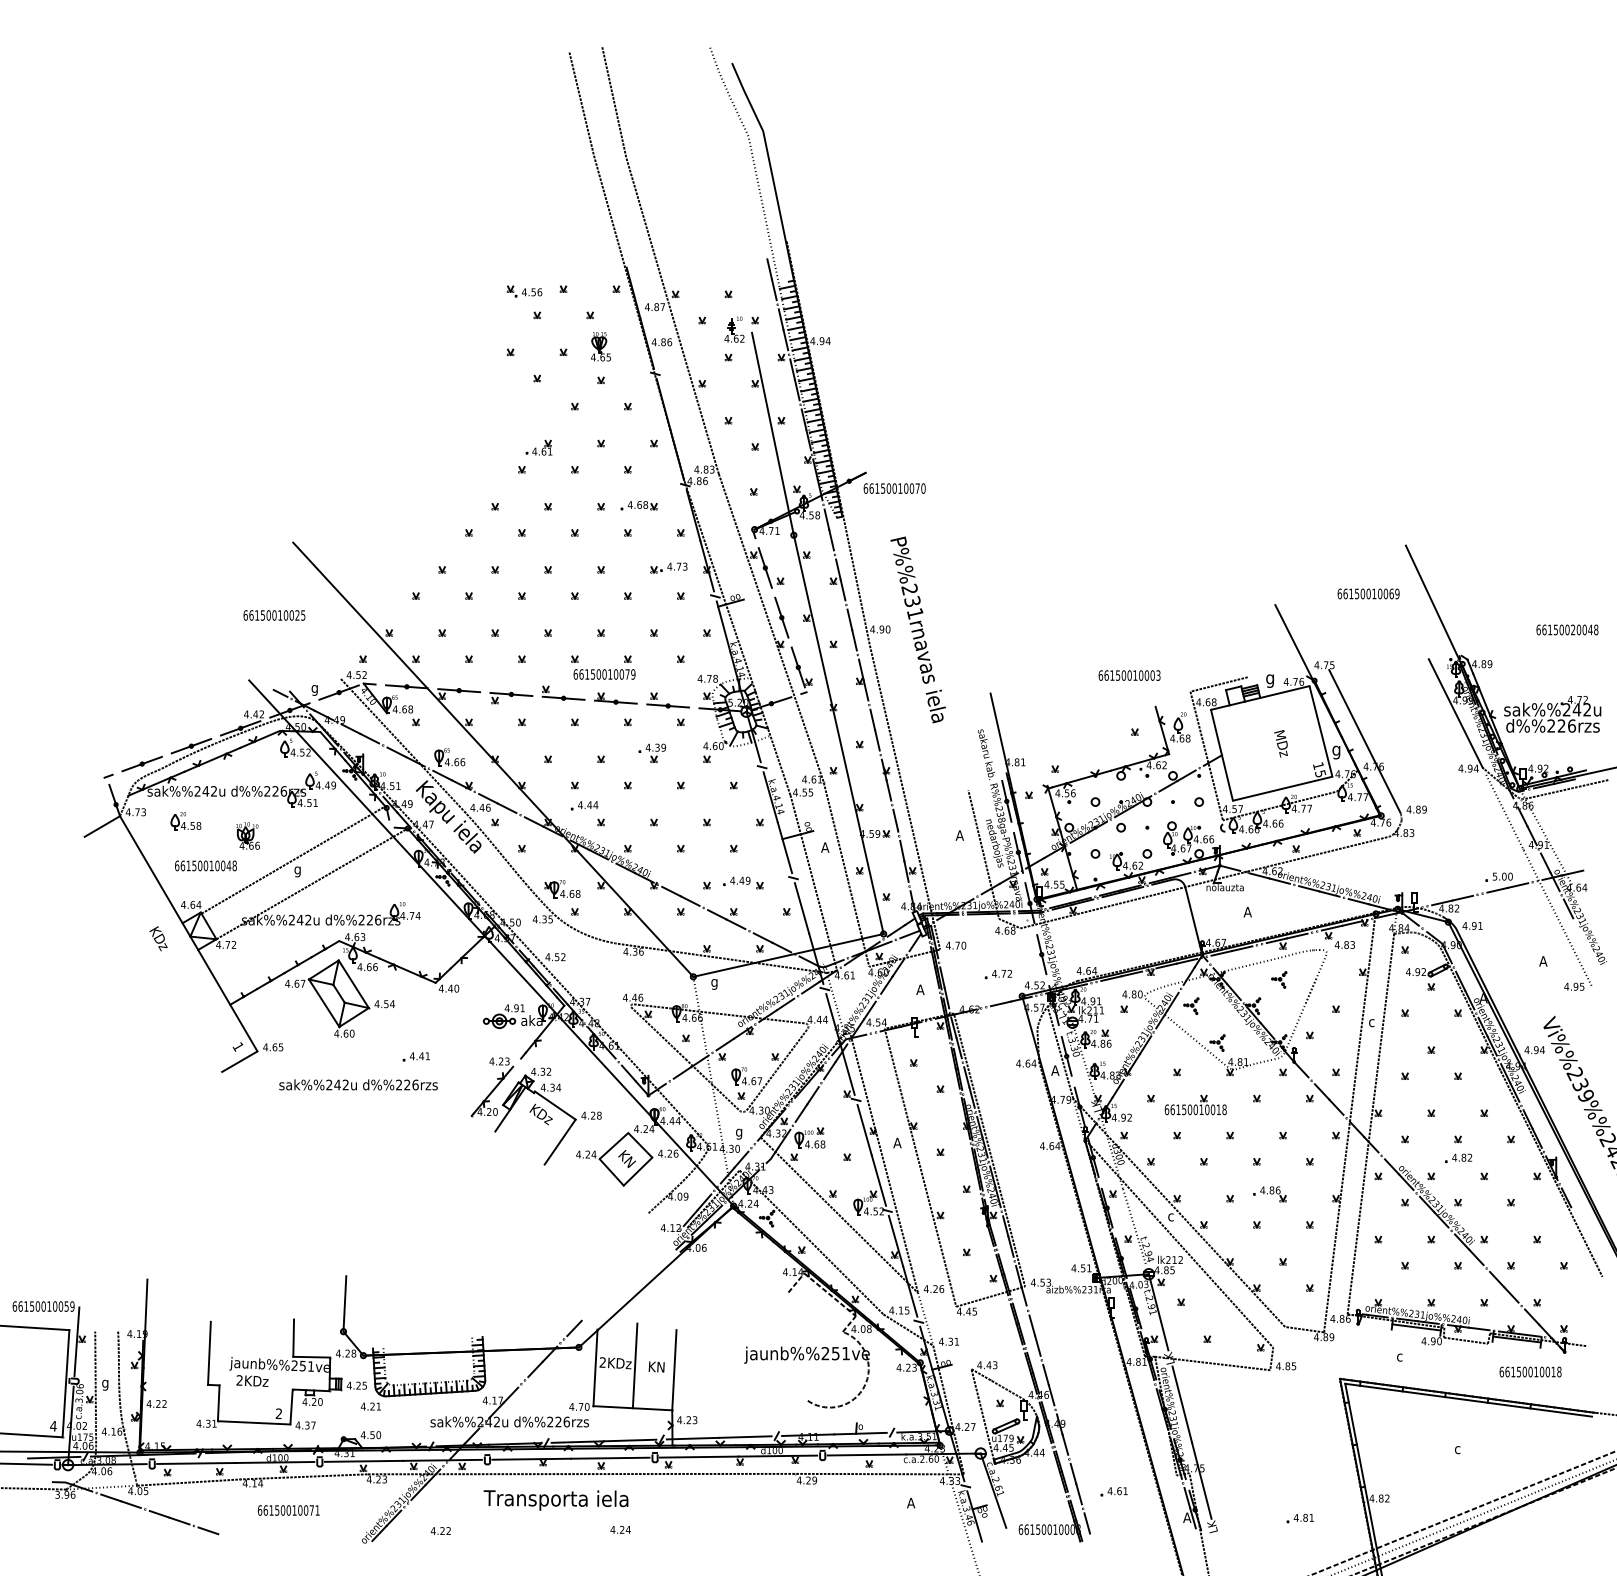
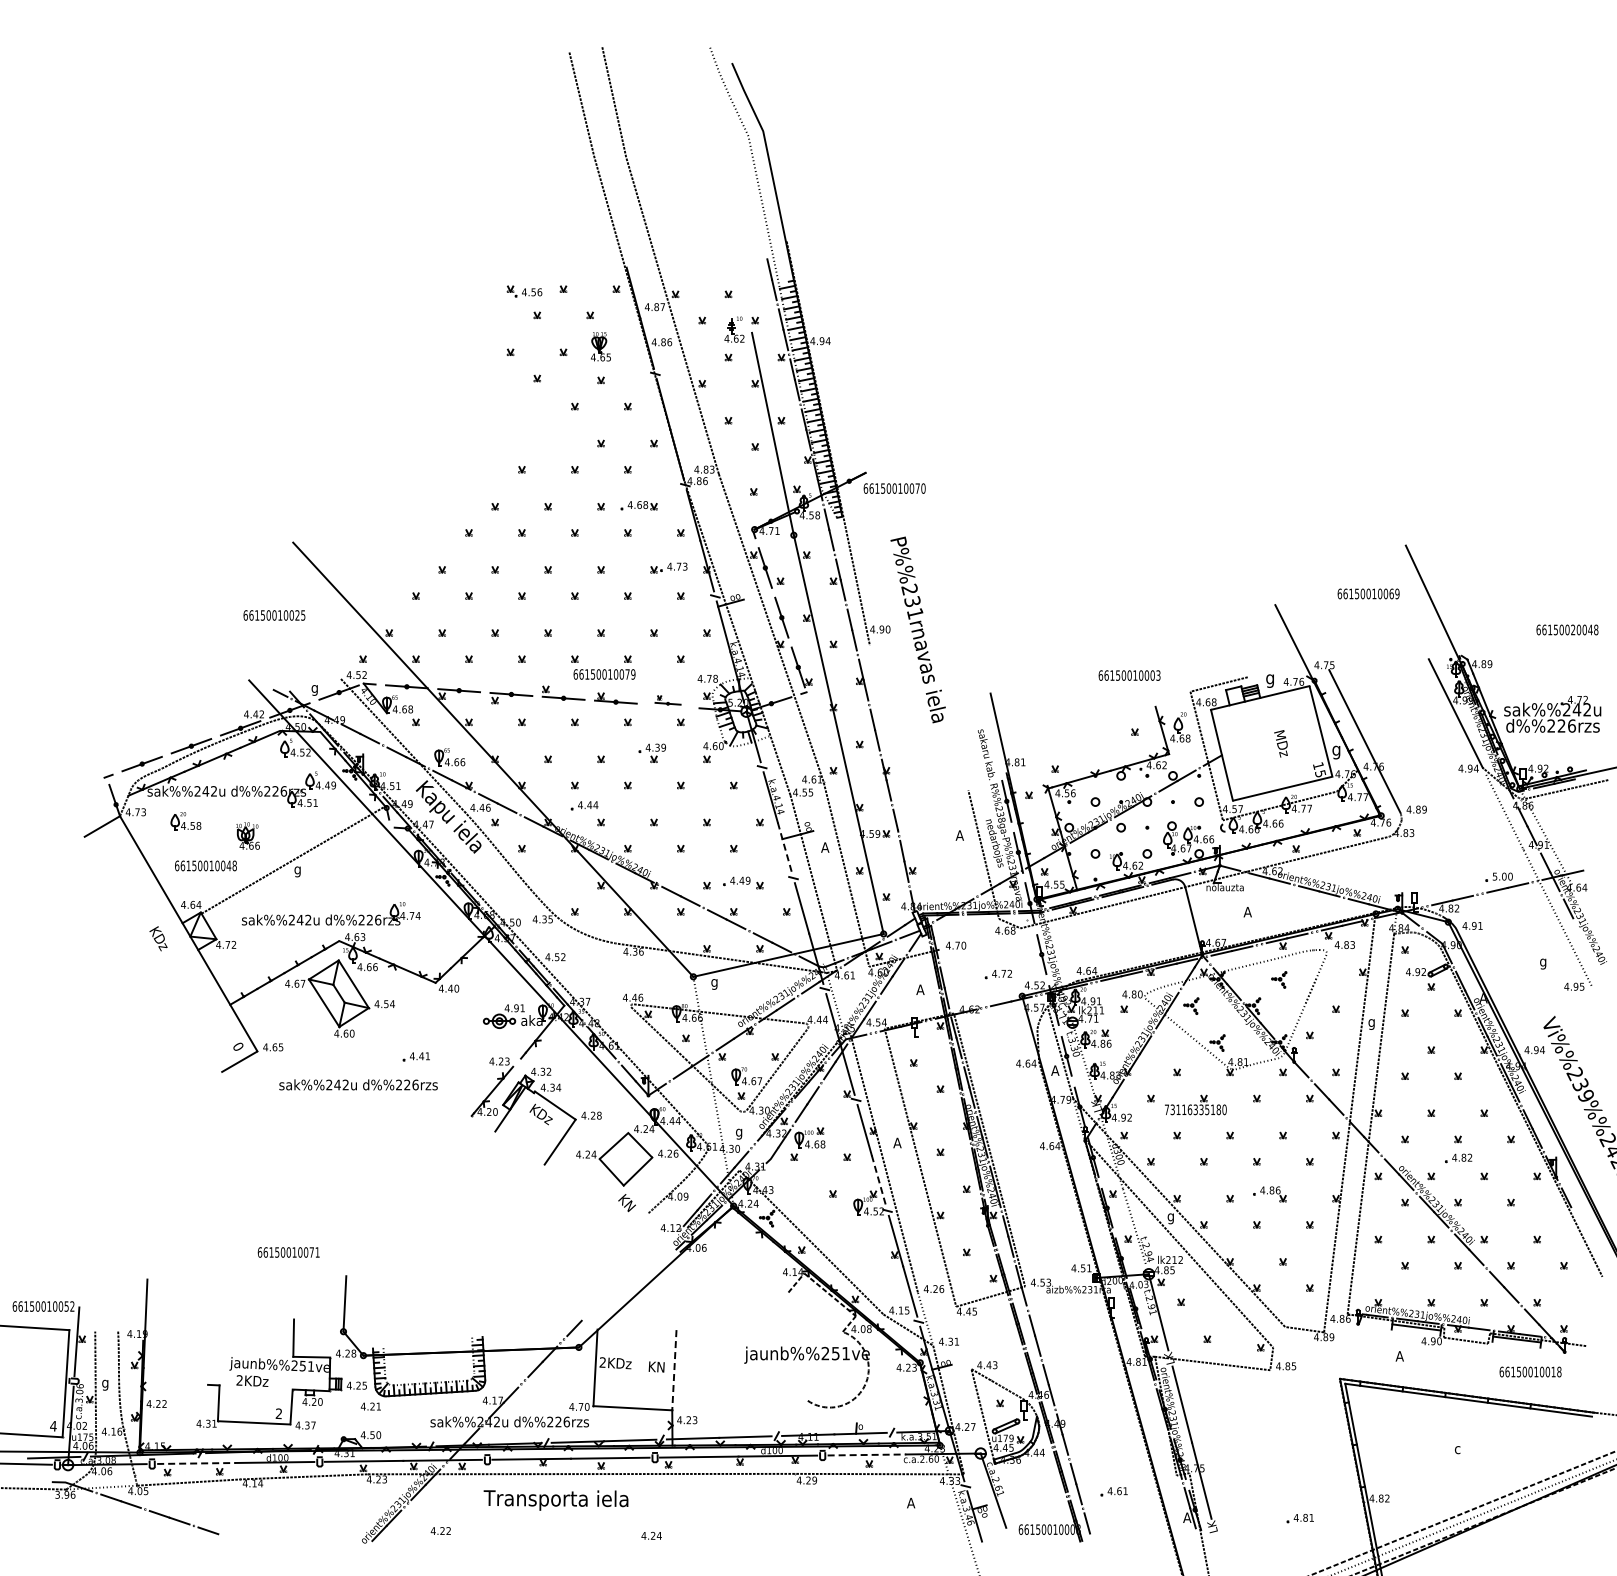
part at (538, 447): present -> none
part at (667, 700) size: 44x17 px -> 28x11 px
line at (904, 797): present -> none
line at (785, 848): solid -> dashed
line at (311, 883): present -> none
part at (562, 889): present -> none
text at (1543, 962): A -> g
text at (1371, 1024): c -> g
text at (237, 1046): 1 -> 0
text at (1195, 1109): 66150010018 -> 73116335180
text at (626, 1159) position: (626, 1159) -> (626, 1203)
line at (879, 1181): solid -> dashed
line at (839, 1215): present -> none
text at (1170, 1218): c -> g
text at (72, 1306): 66150010059 -> 66150010052
line at (209, 1352): present -> none
text at (1399, 1356): c -> A
line at (634, 1365): present -> none
line at (674, 1370): solid -> dashed
line at (867, 1454): solid -> dashed
line at (196, 1463): solid -> dashed
text at (288, 1510) position: (288, 1510) -> (288, 1252)
text at (620, 1529) position: (620, 1529) -> (651, 1535)
